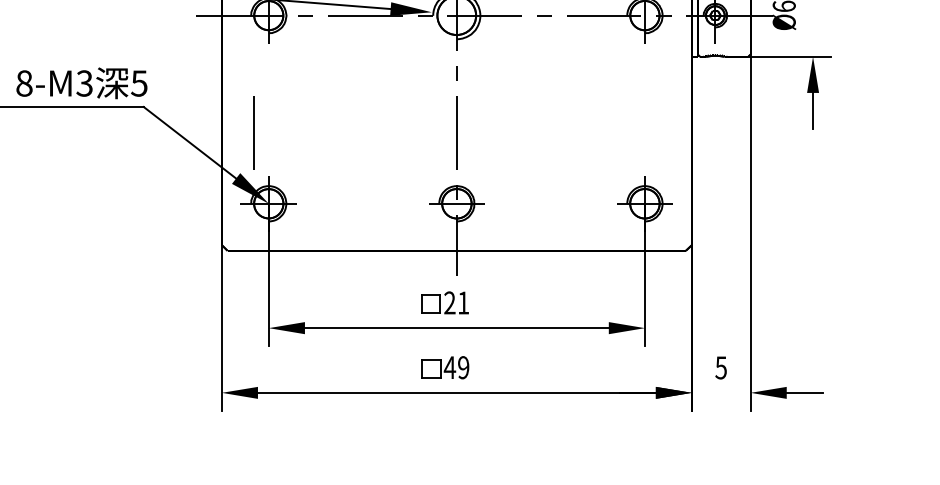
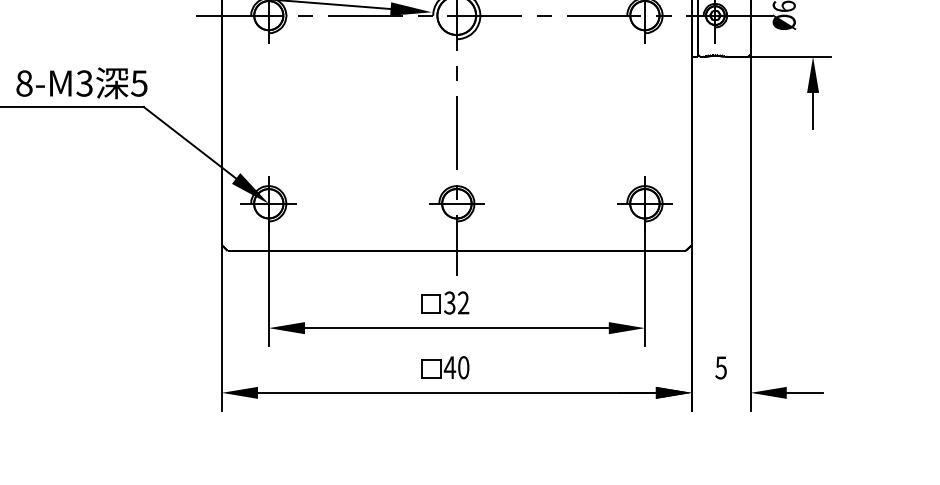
line at (253, 132): present -> none
text at (456, 302): 21 -> 32
text at (463, 367): 49 -> 40
